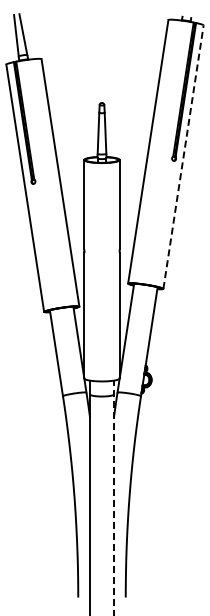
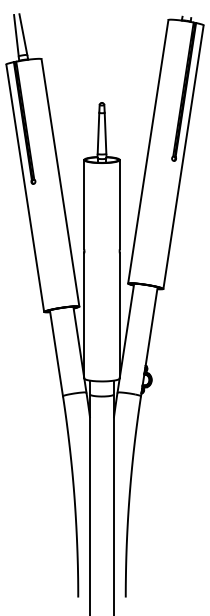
line at (183, 156): dashed -> solid
line at (113, 497): dashed -> solid
